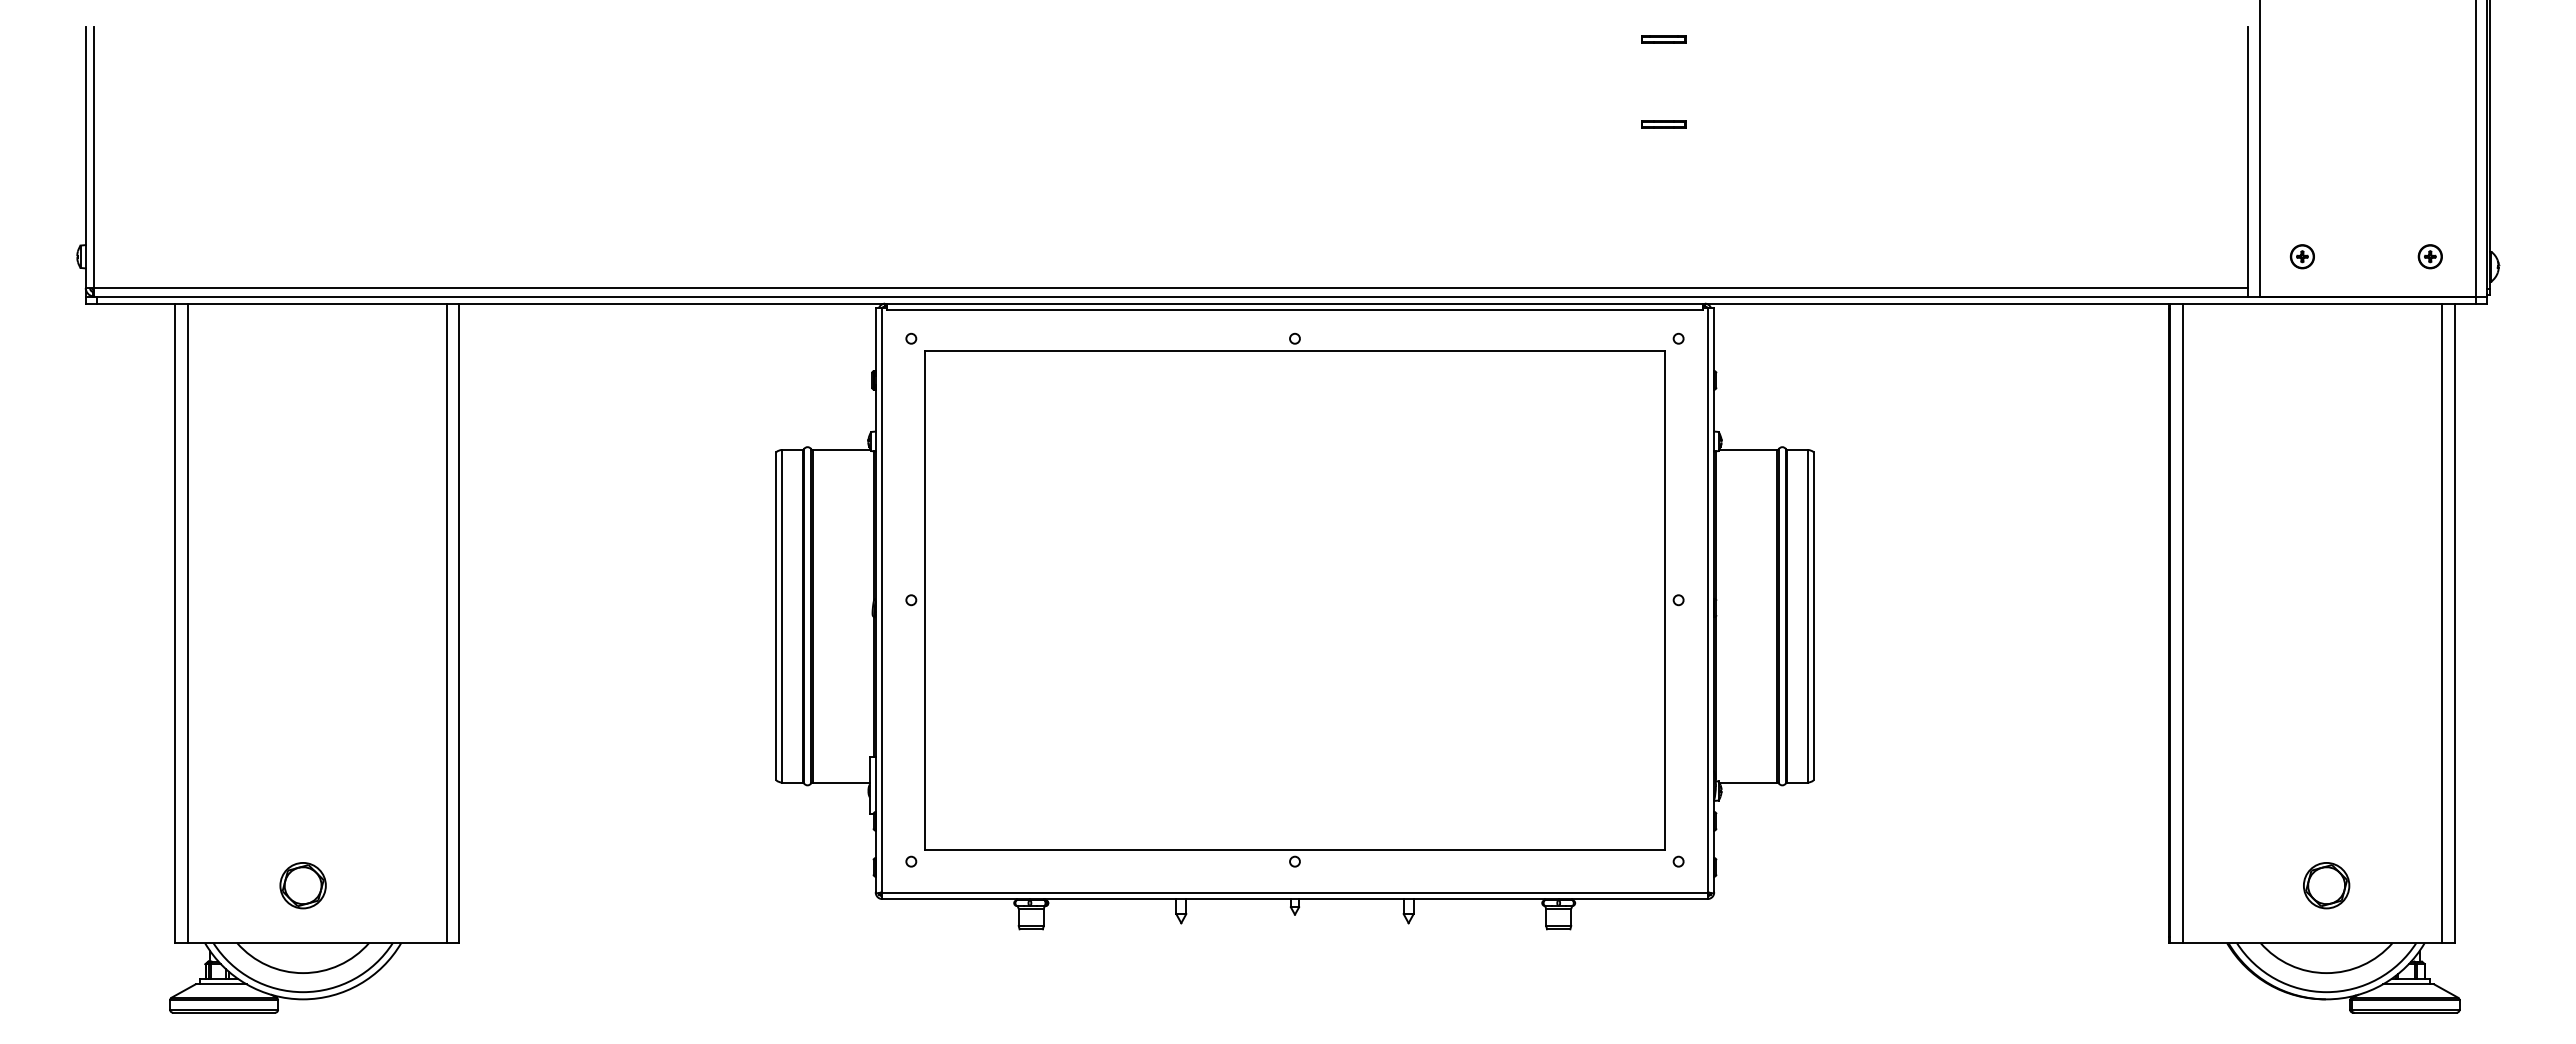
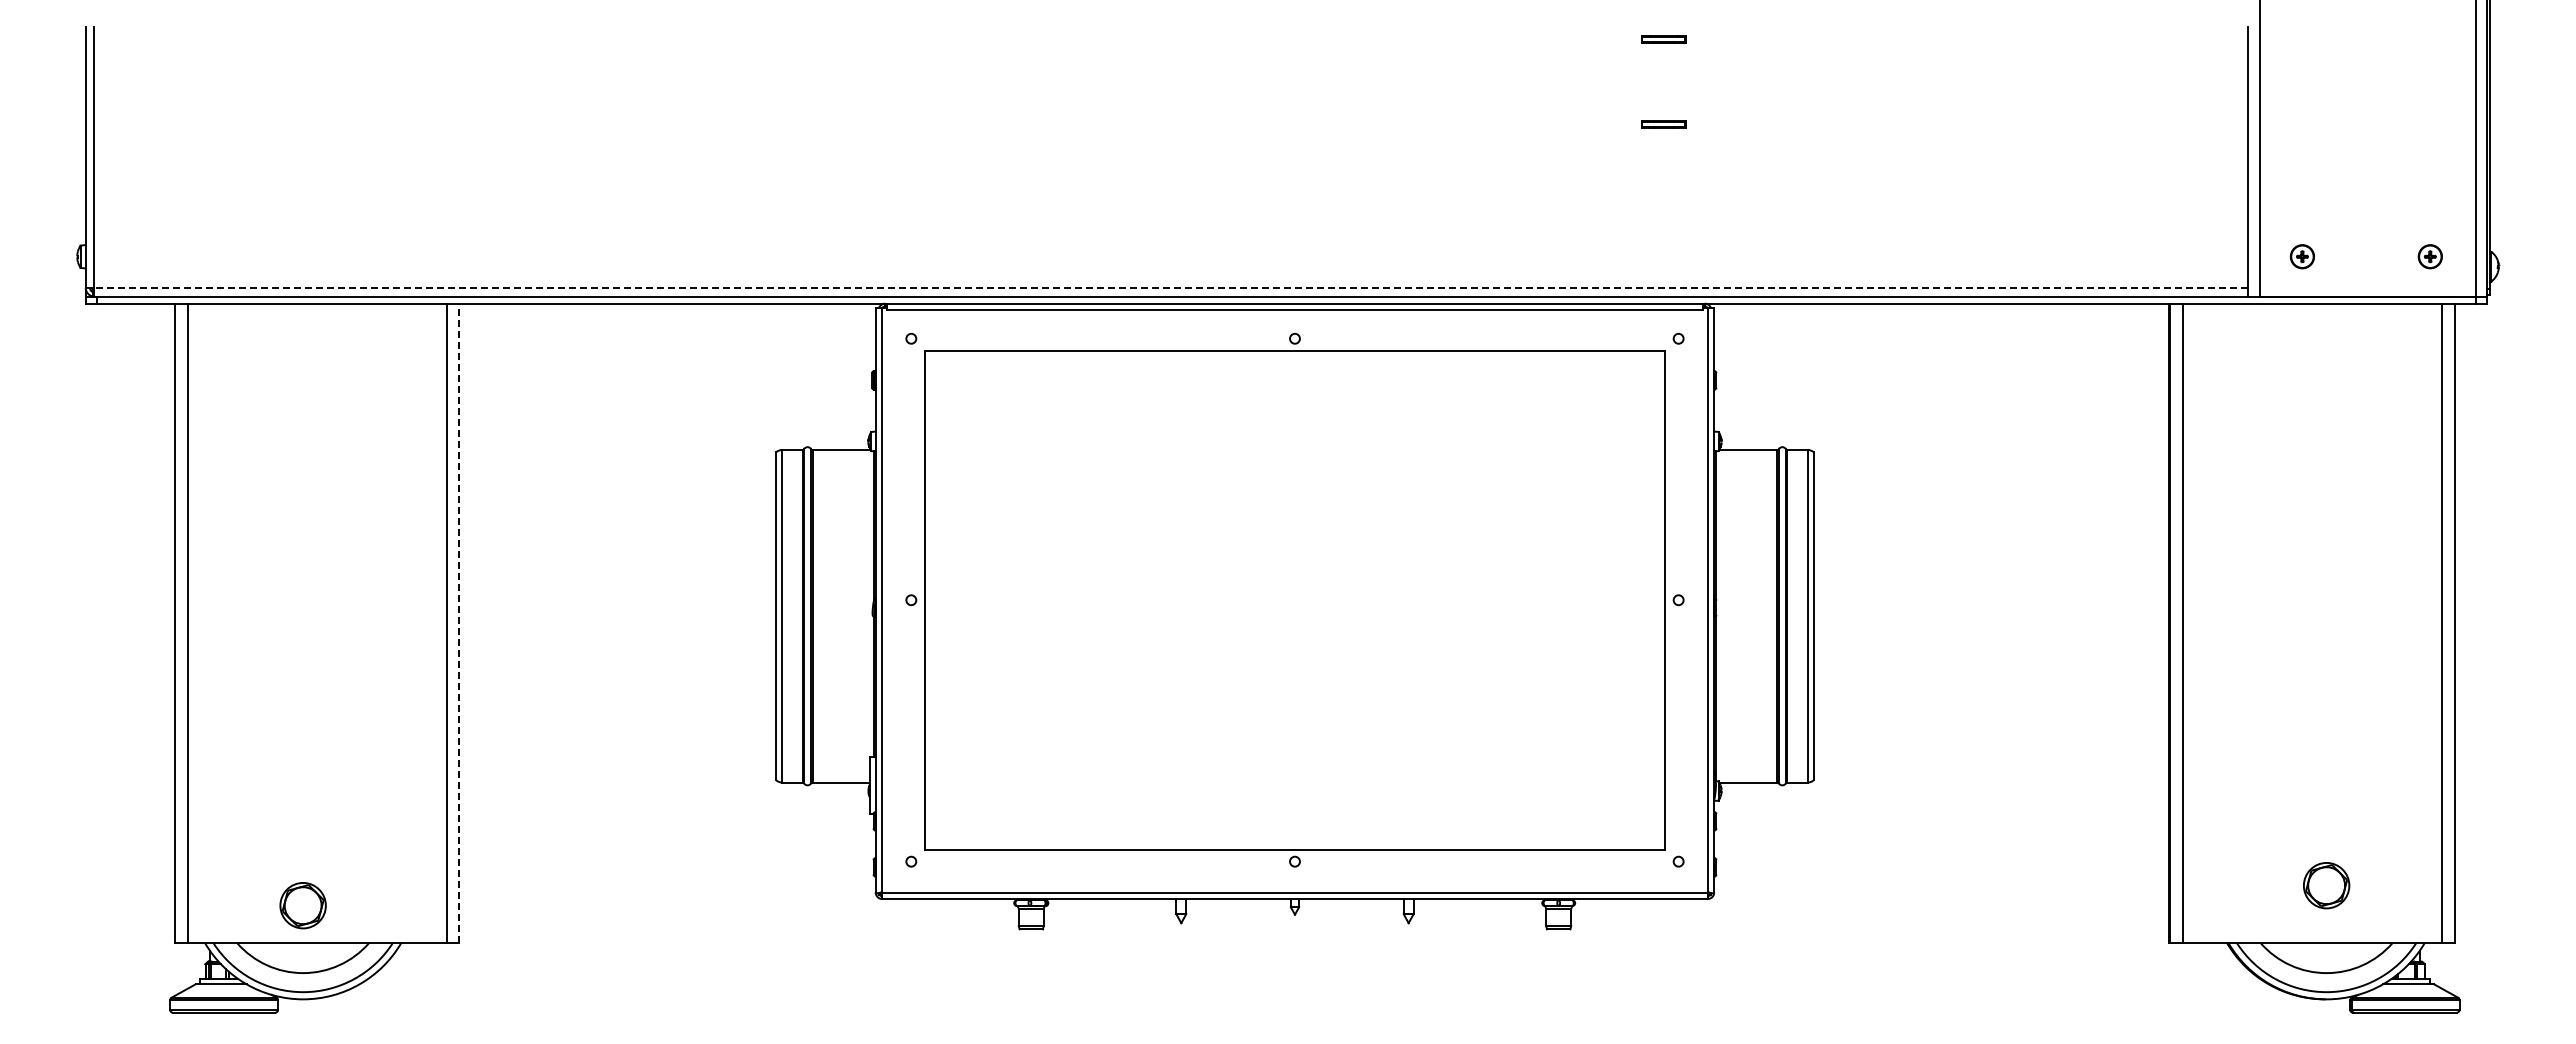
line at (1170, 287): solid -> dashed
line at (459, 623): solid -> dashed
part at (302, 885) position: (302, 885) -> (302, 905)
